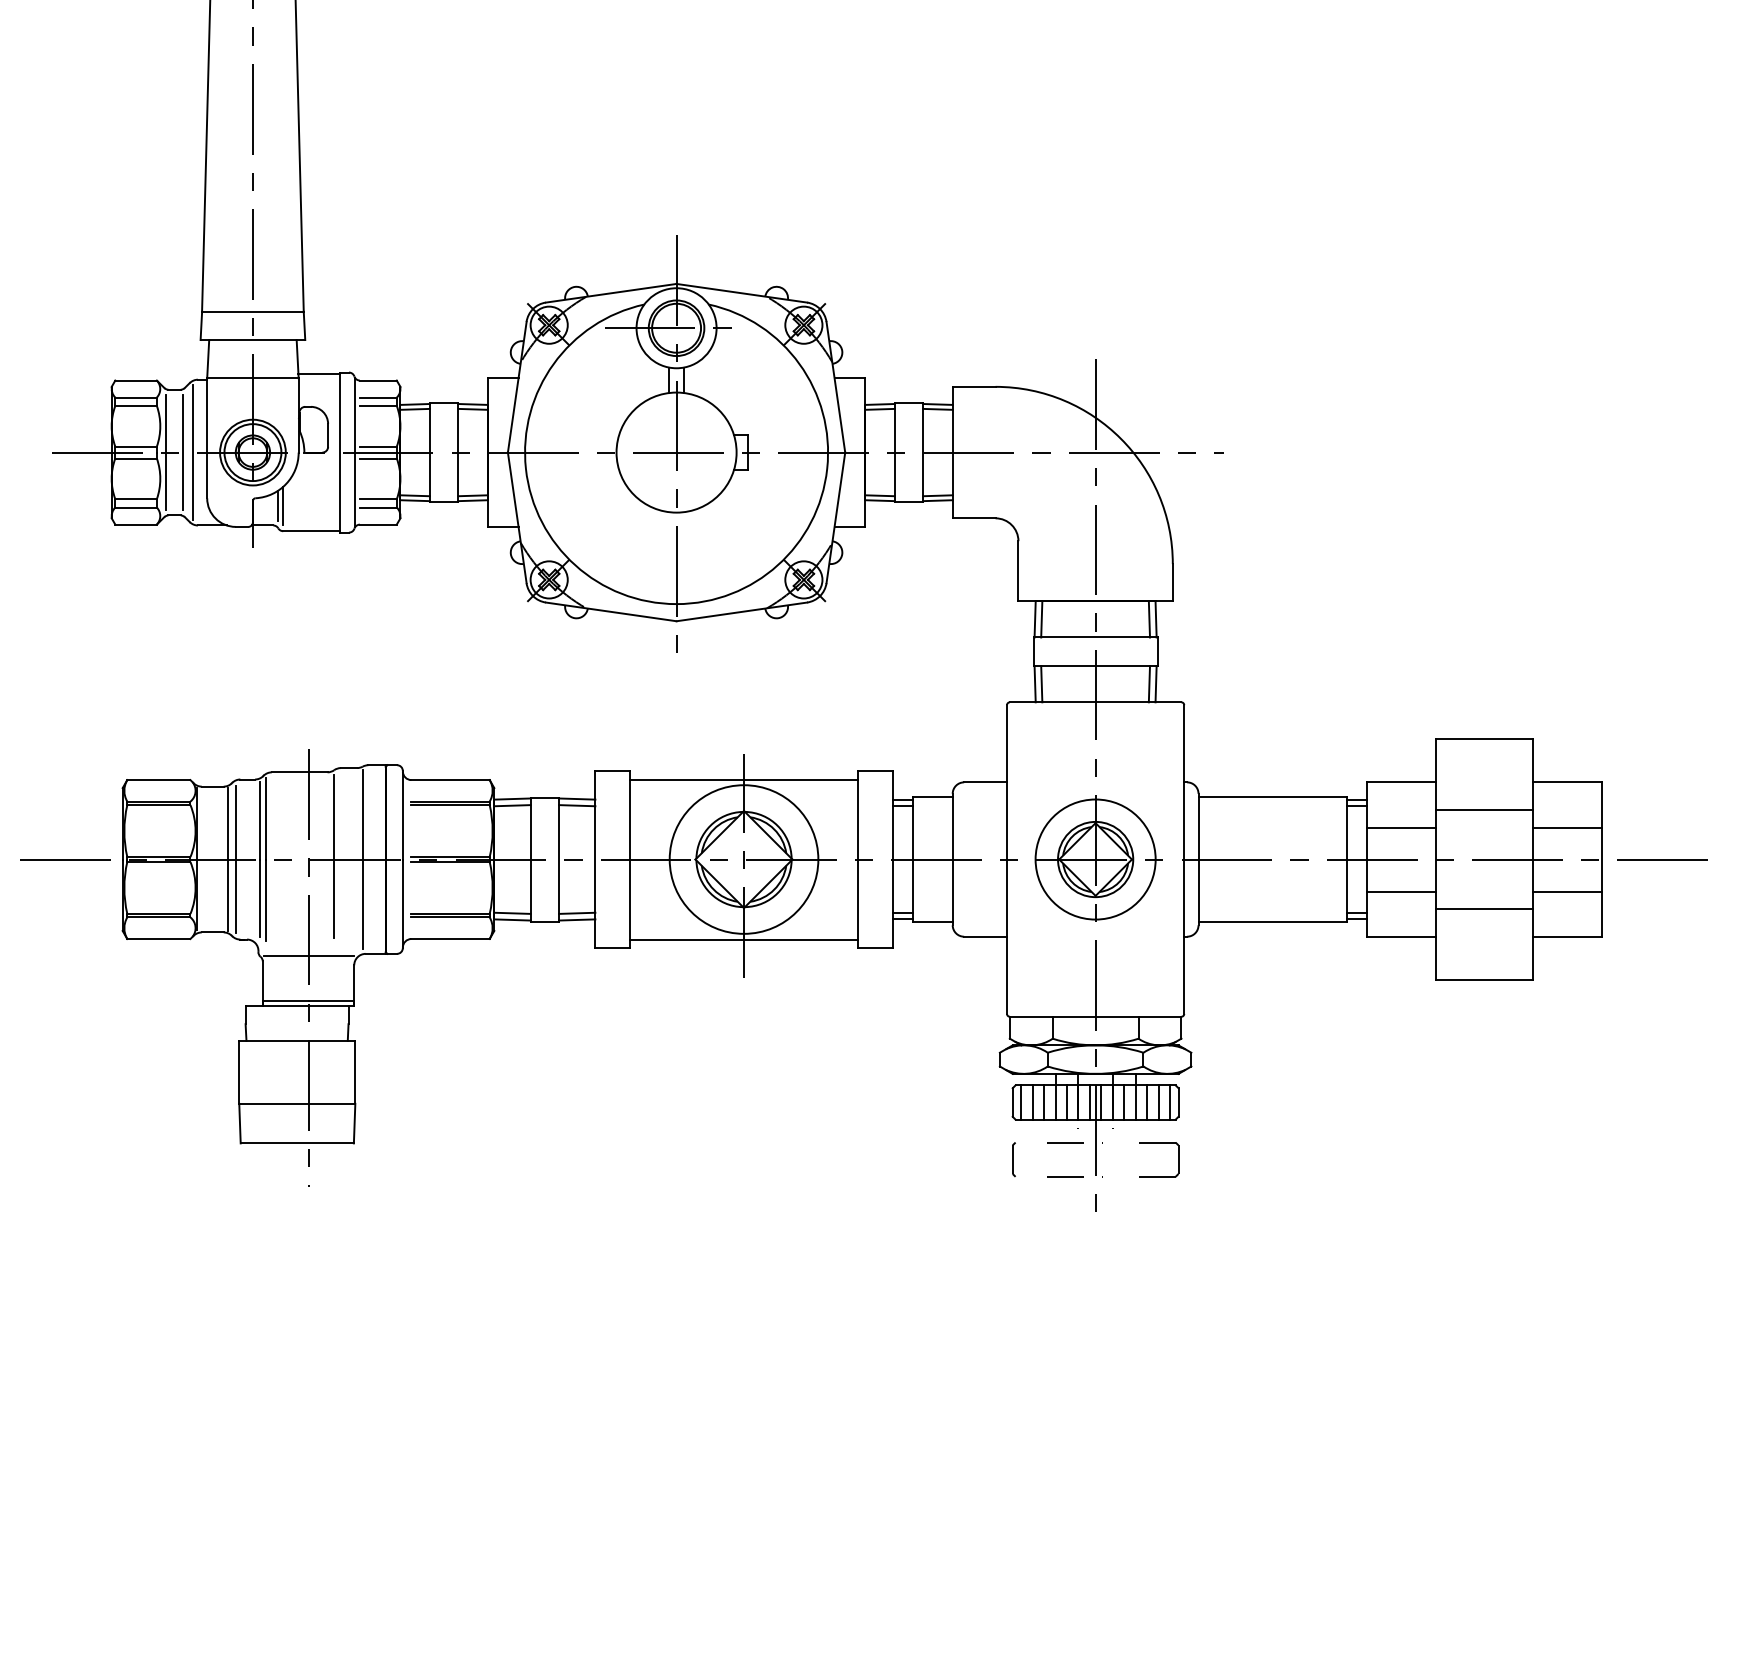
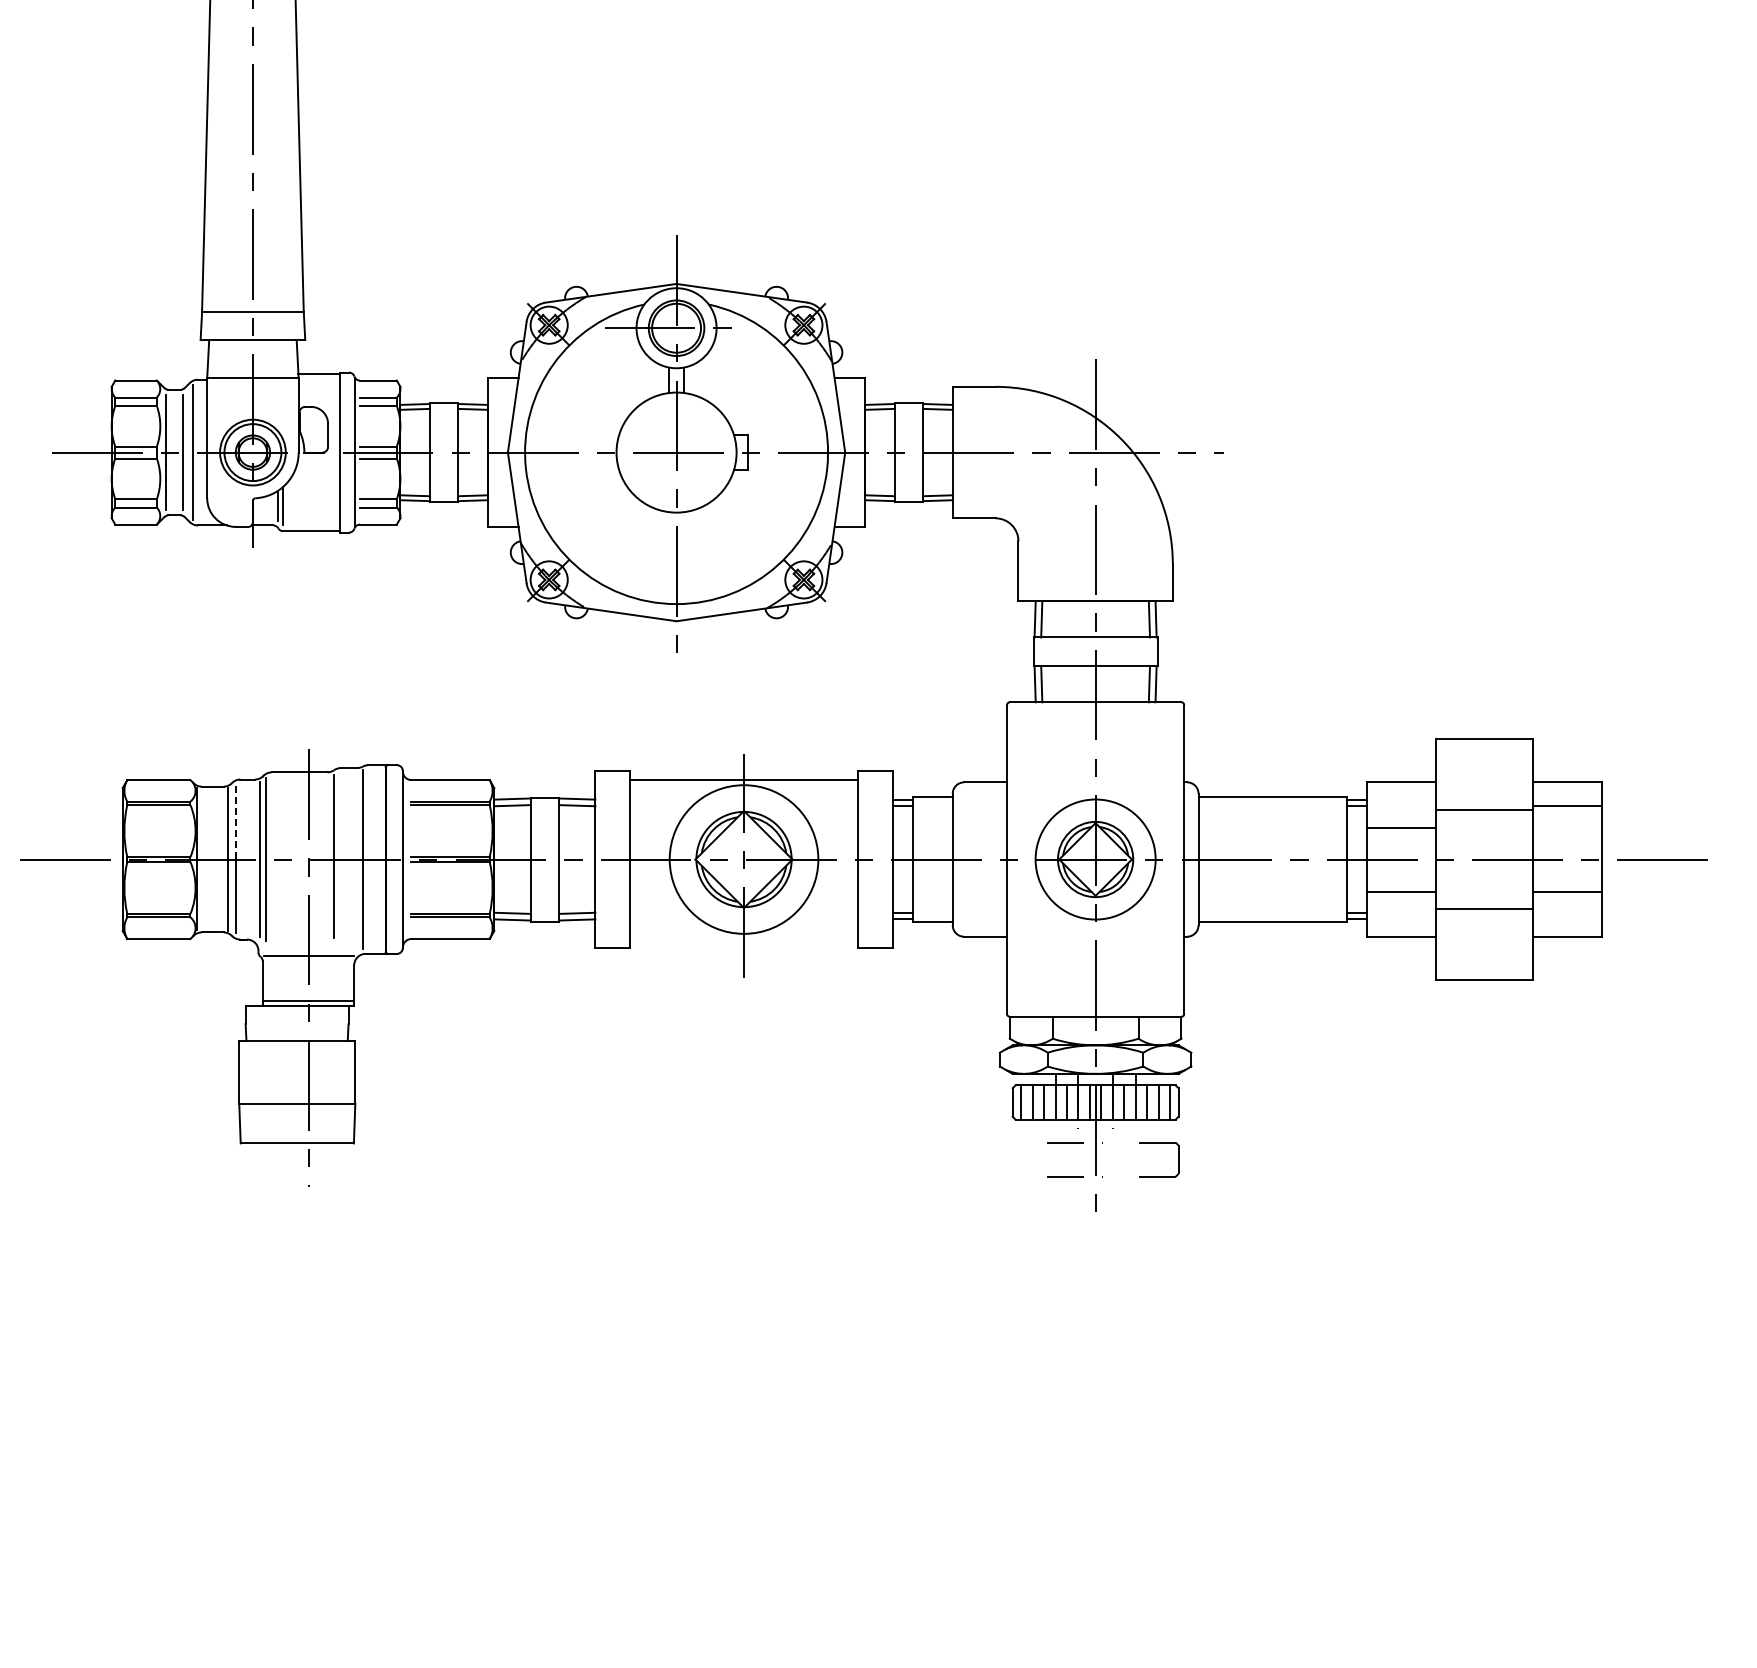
line at (235, 822): solid -> dashed
line at (1566, 827) position: (1566, 827) -> (1566, 805)
line at (743, 939): present -> none
part at (1013, 1159): present -> none
